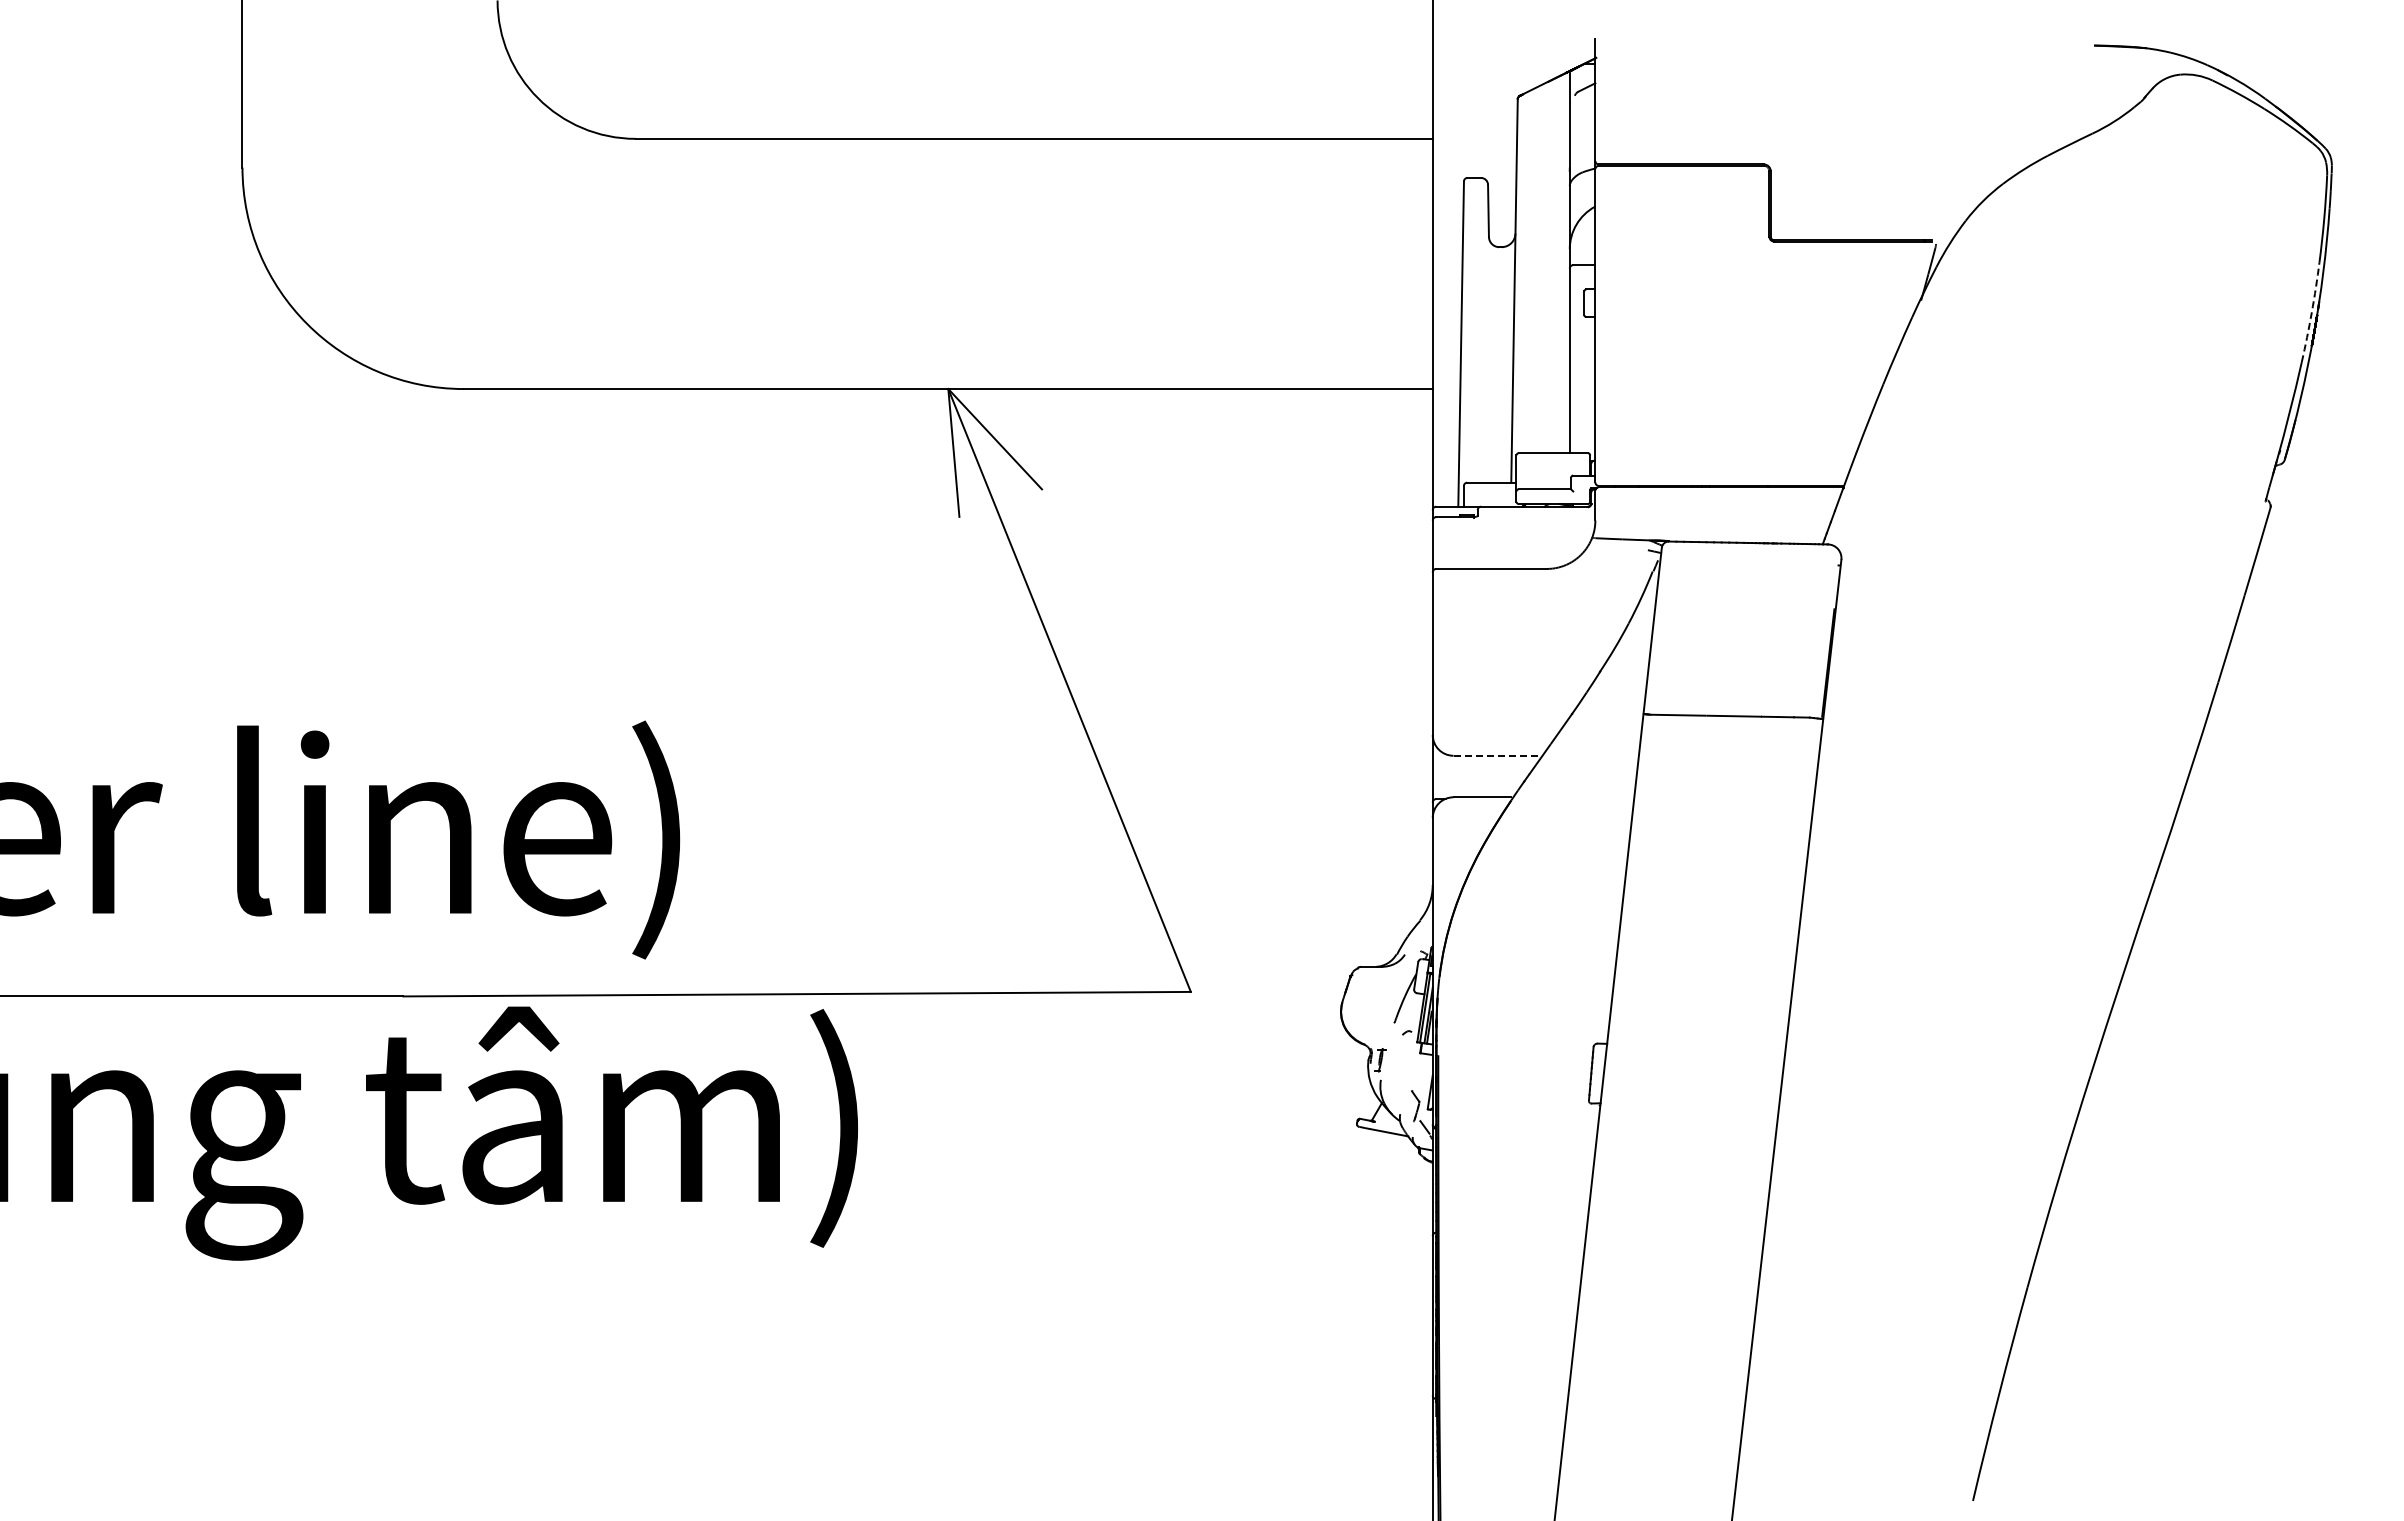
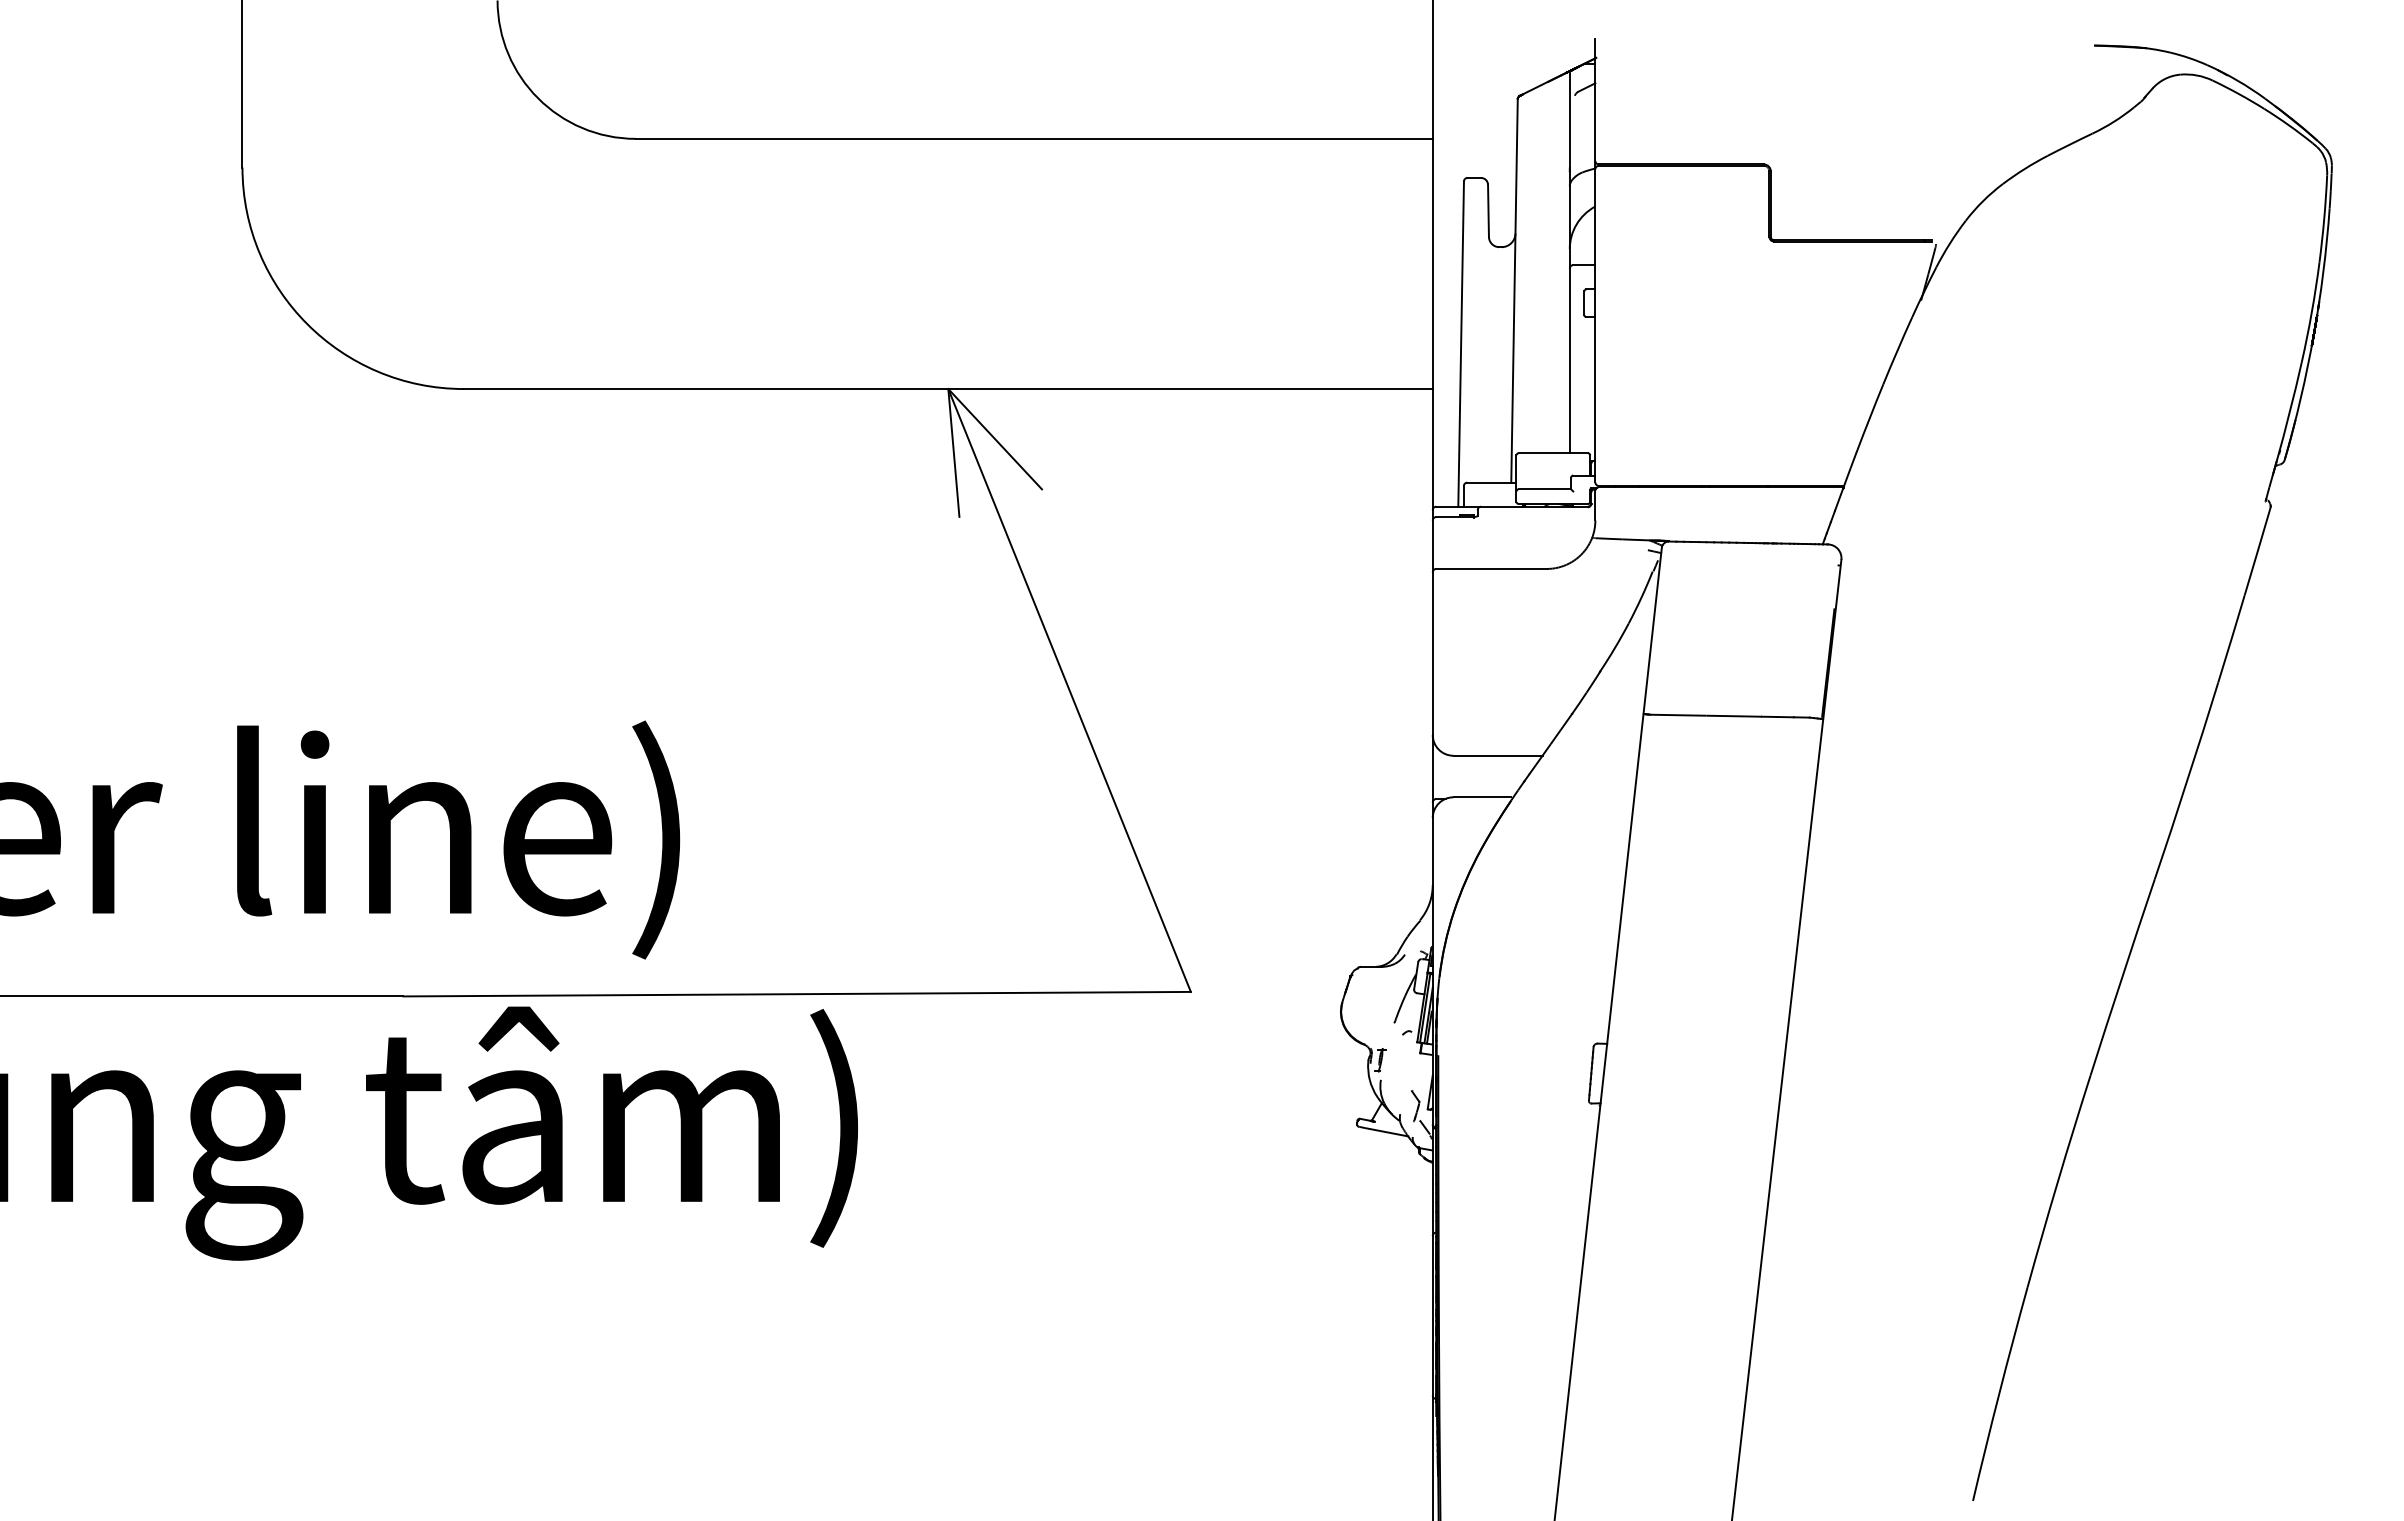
arc at (2311, 312): dashed -> solid
line at (1498, 755): dashed -> solid
